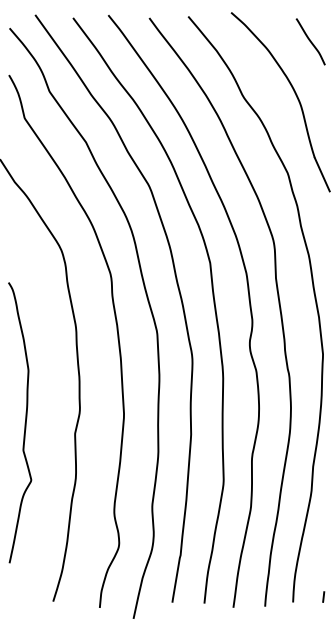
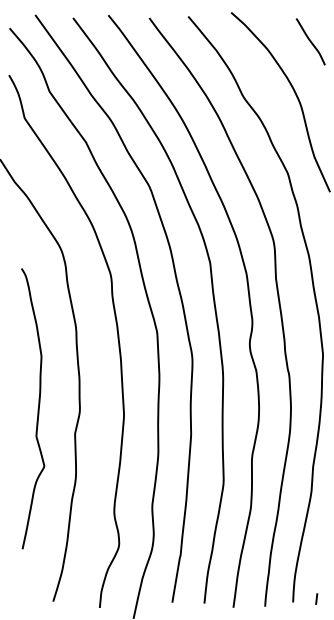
curve at (24, 423) position: (24, 423) -> (37, 409)
line at (323, 596) position: (323, 596) -> (316, 598)
